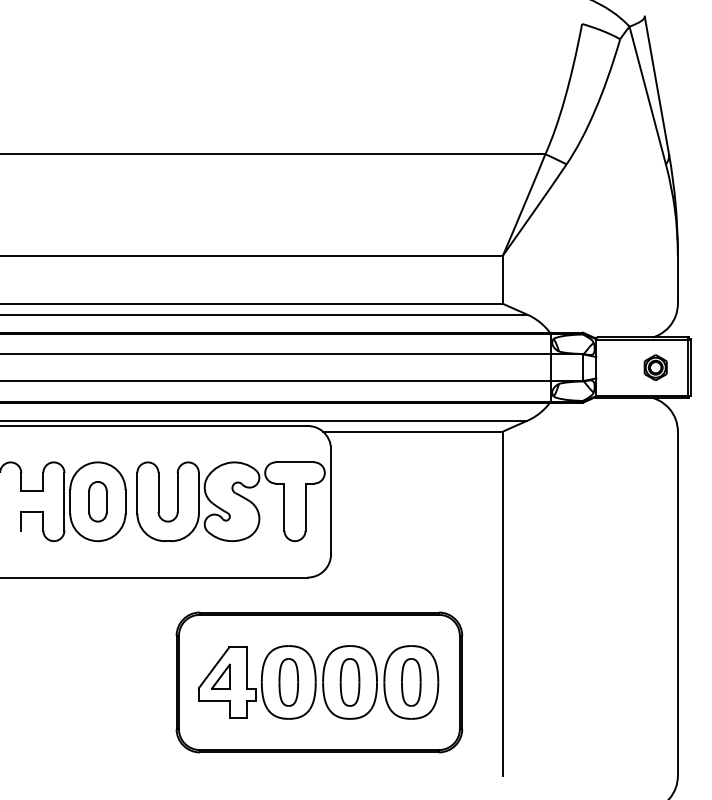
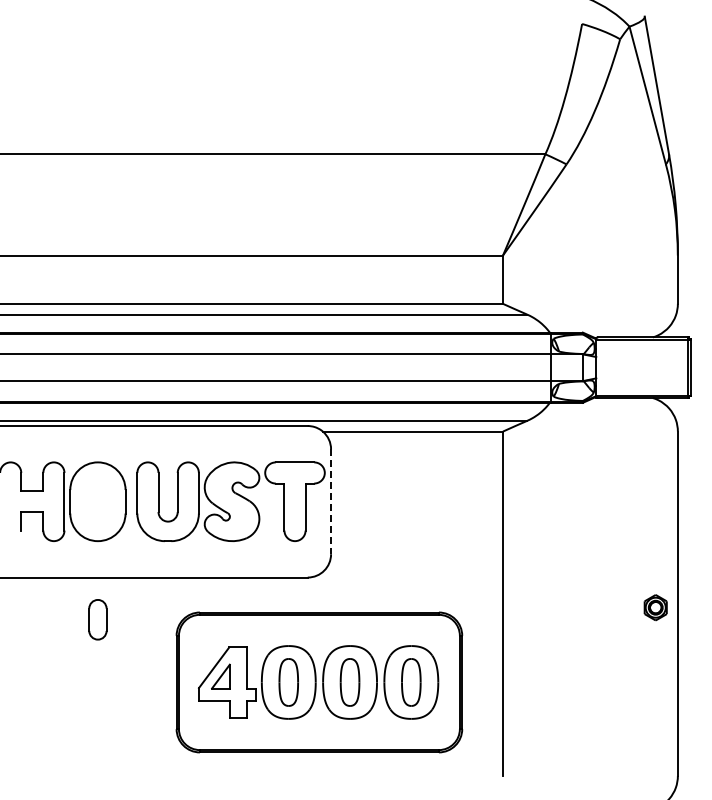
part at (655, 367) position: (655, 367) -> (655, 607)
part at (97, 501) position: (97, 501) -> (97, 619)
line at (331, 502): solid -> dashed
